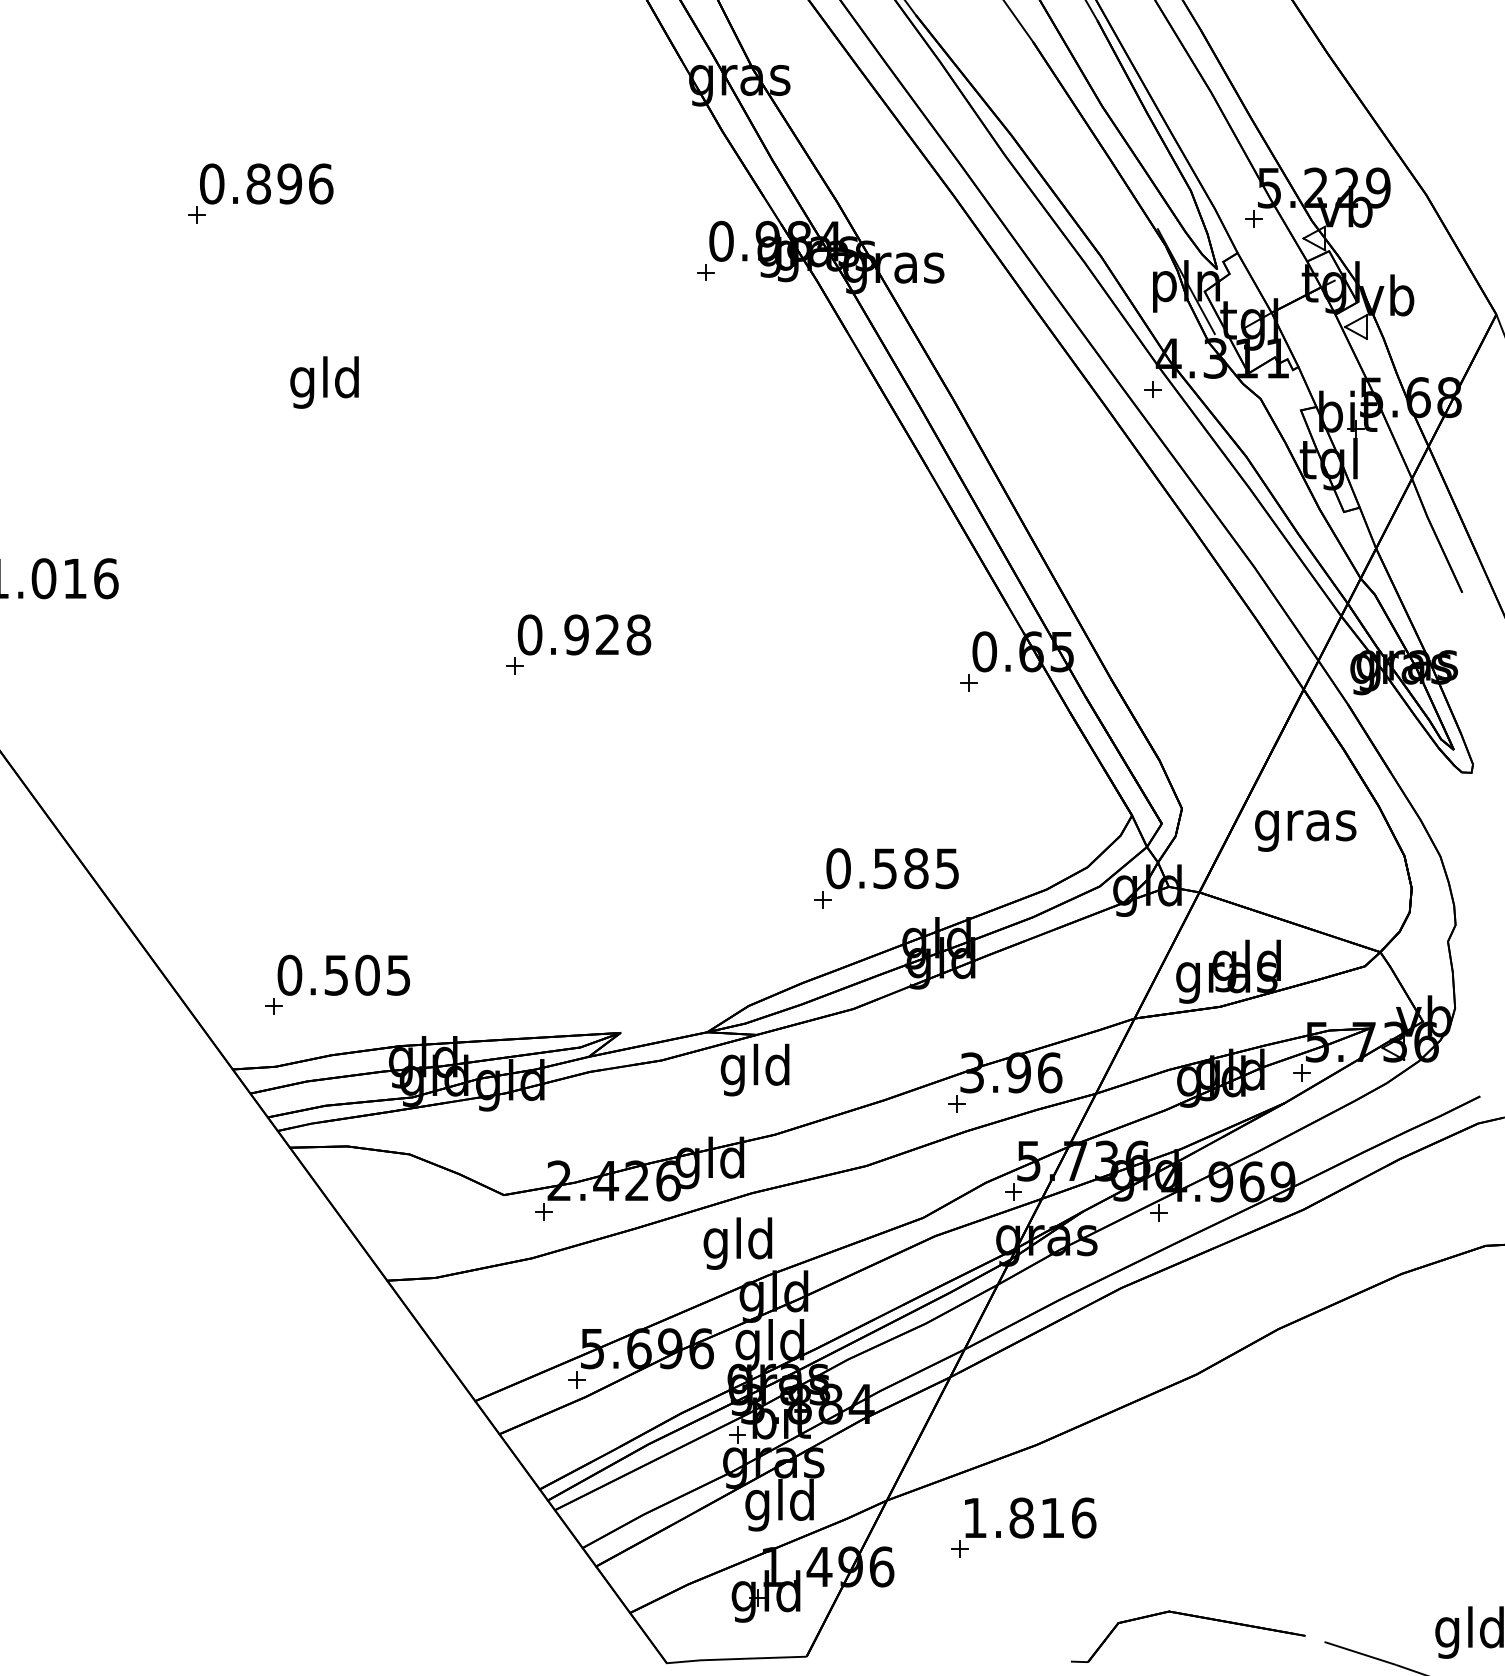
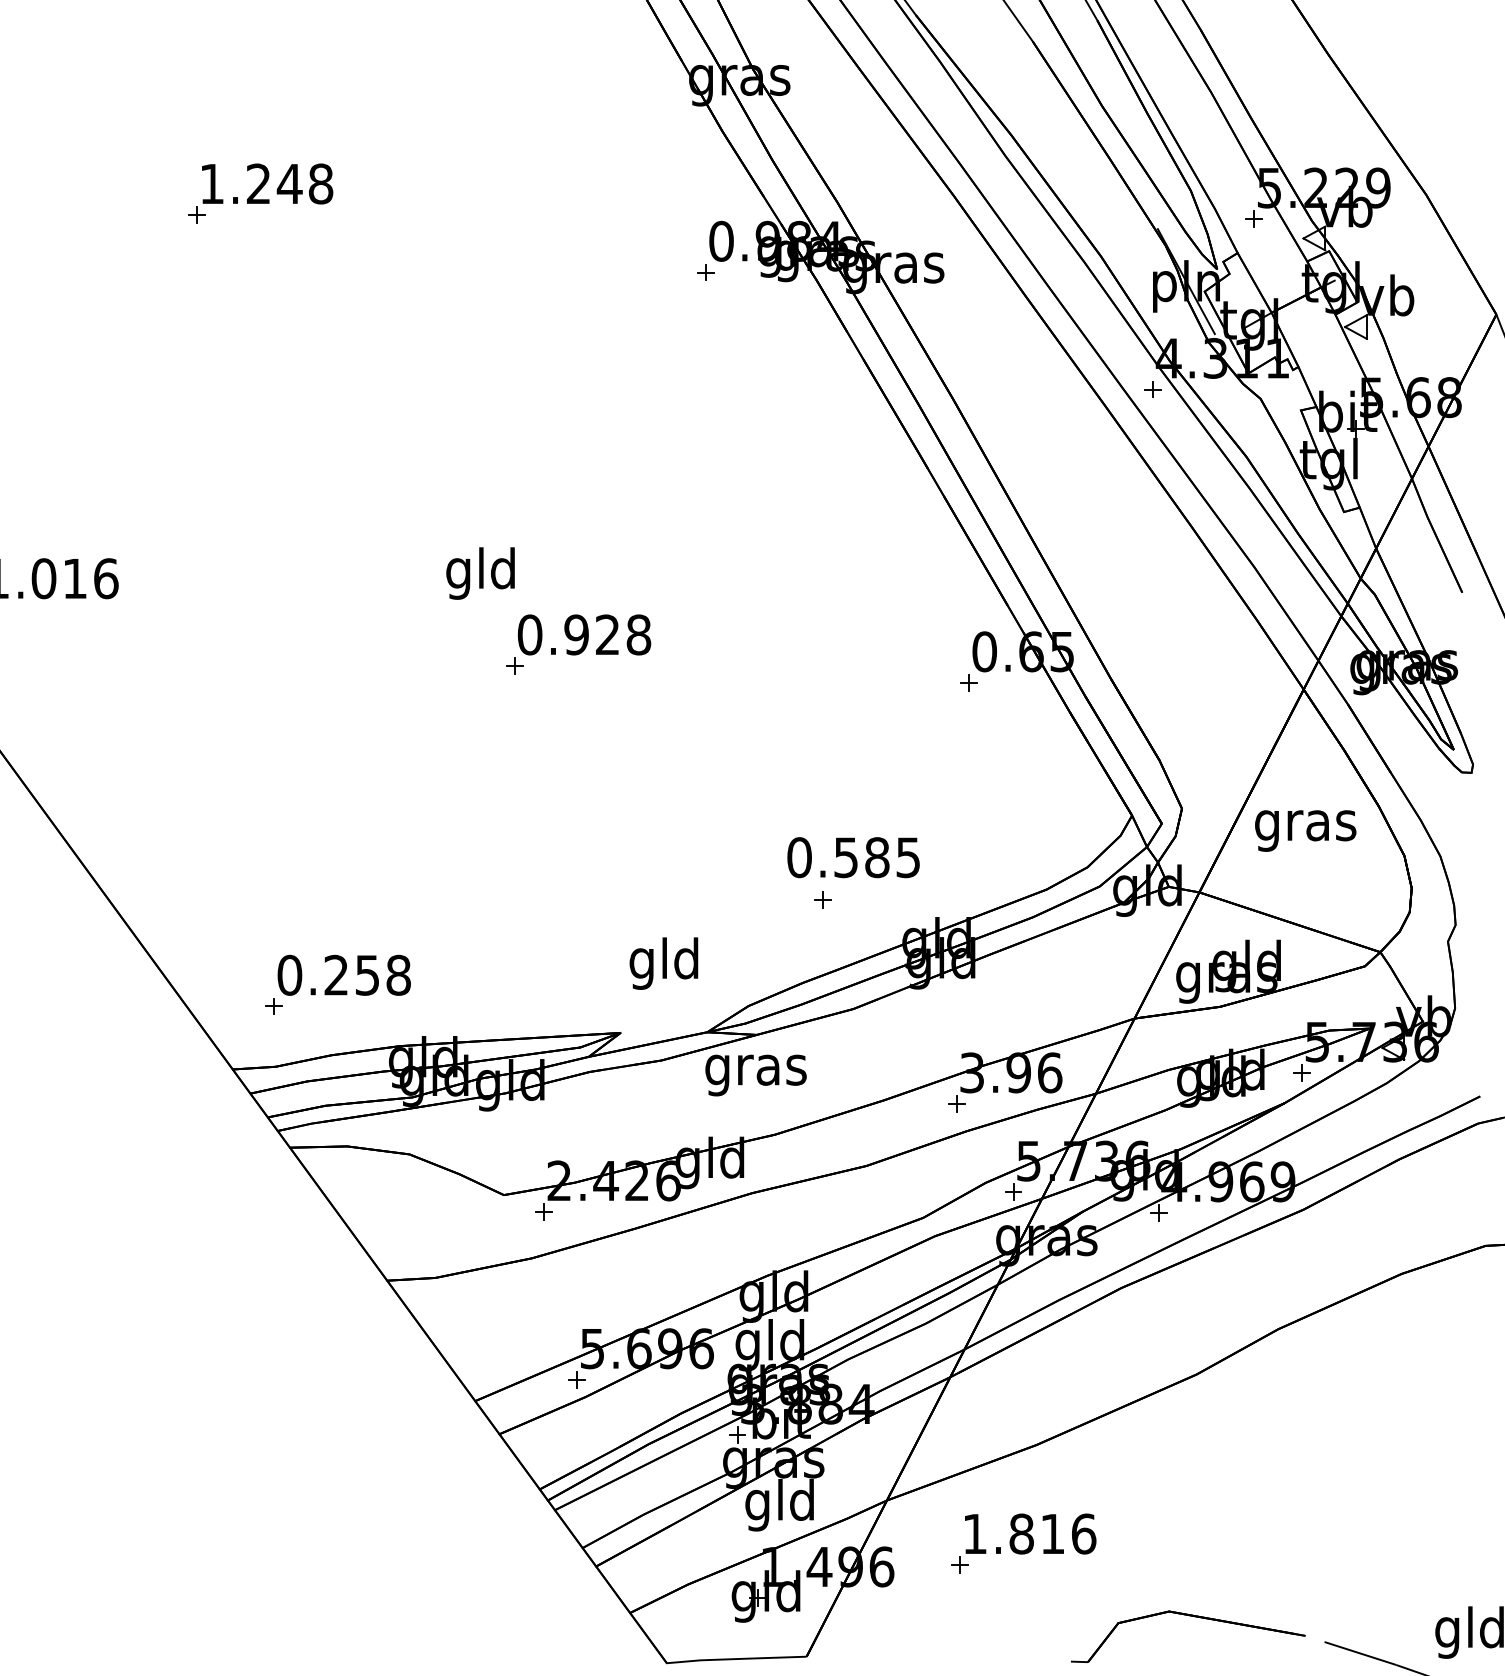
text at (266, 183): 0.896 -> 1.248
text at (324, 382) position: (324, 382) -> (480, 573)
text at (892, 868) position: (892, 868) -> (853, 857)
text at (367, 974): 0.505 -> 0.258
text at (755, 1069): gld -> gras
text at (737, 1243) position: (737, 1243) -> (663, 963)
part at (1023, 1527) position: (1023, 1527) -> (1023, 1543)
